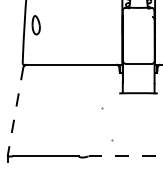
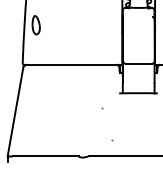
line at (15, 112): dashed -> solid
line at (125, 156): dashed -> solid
